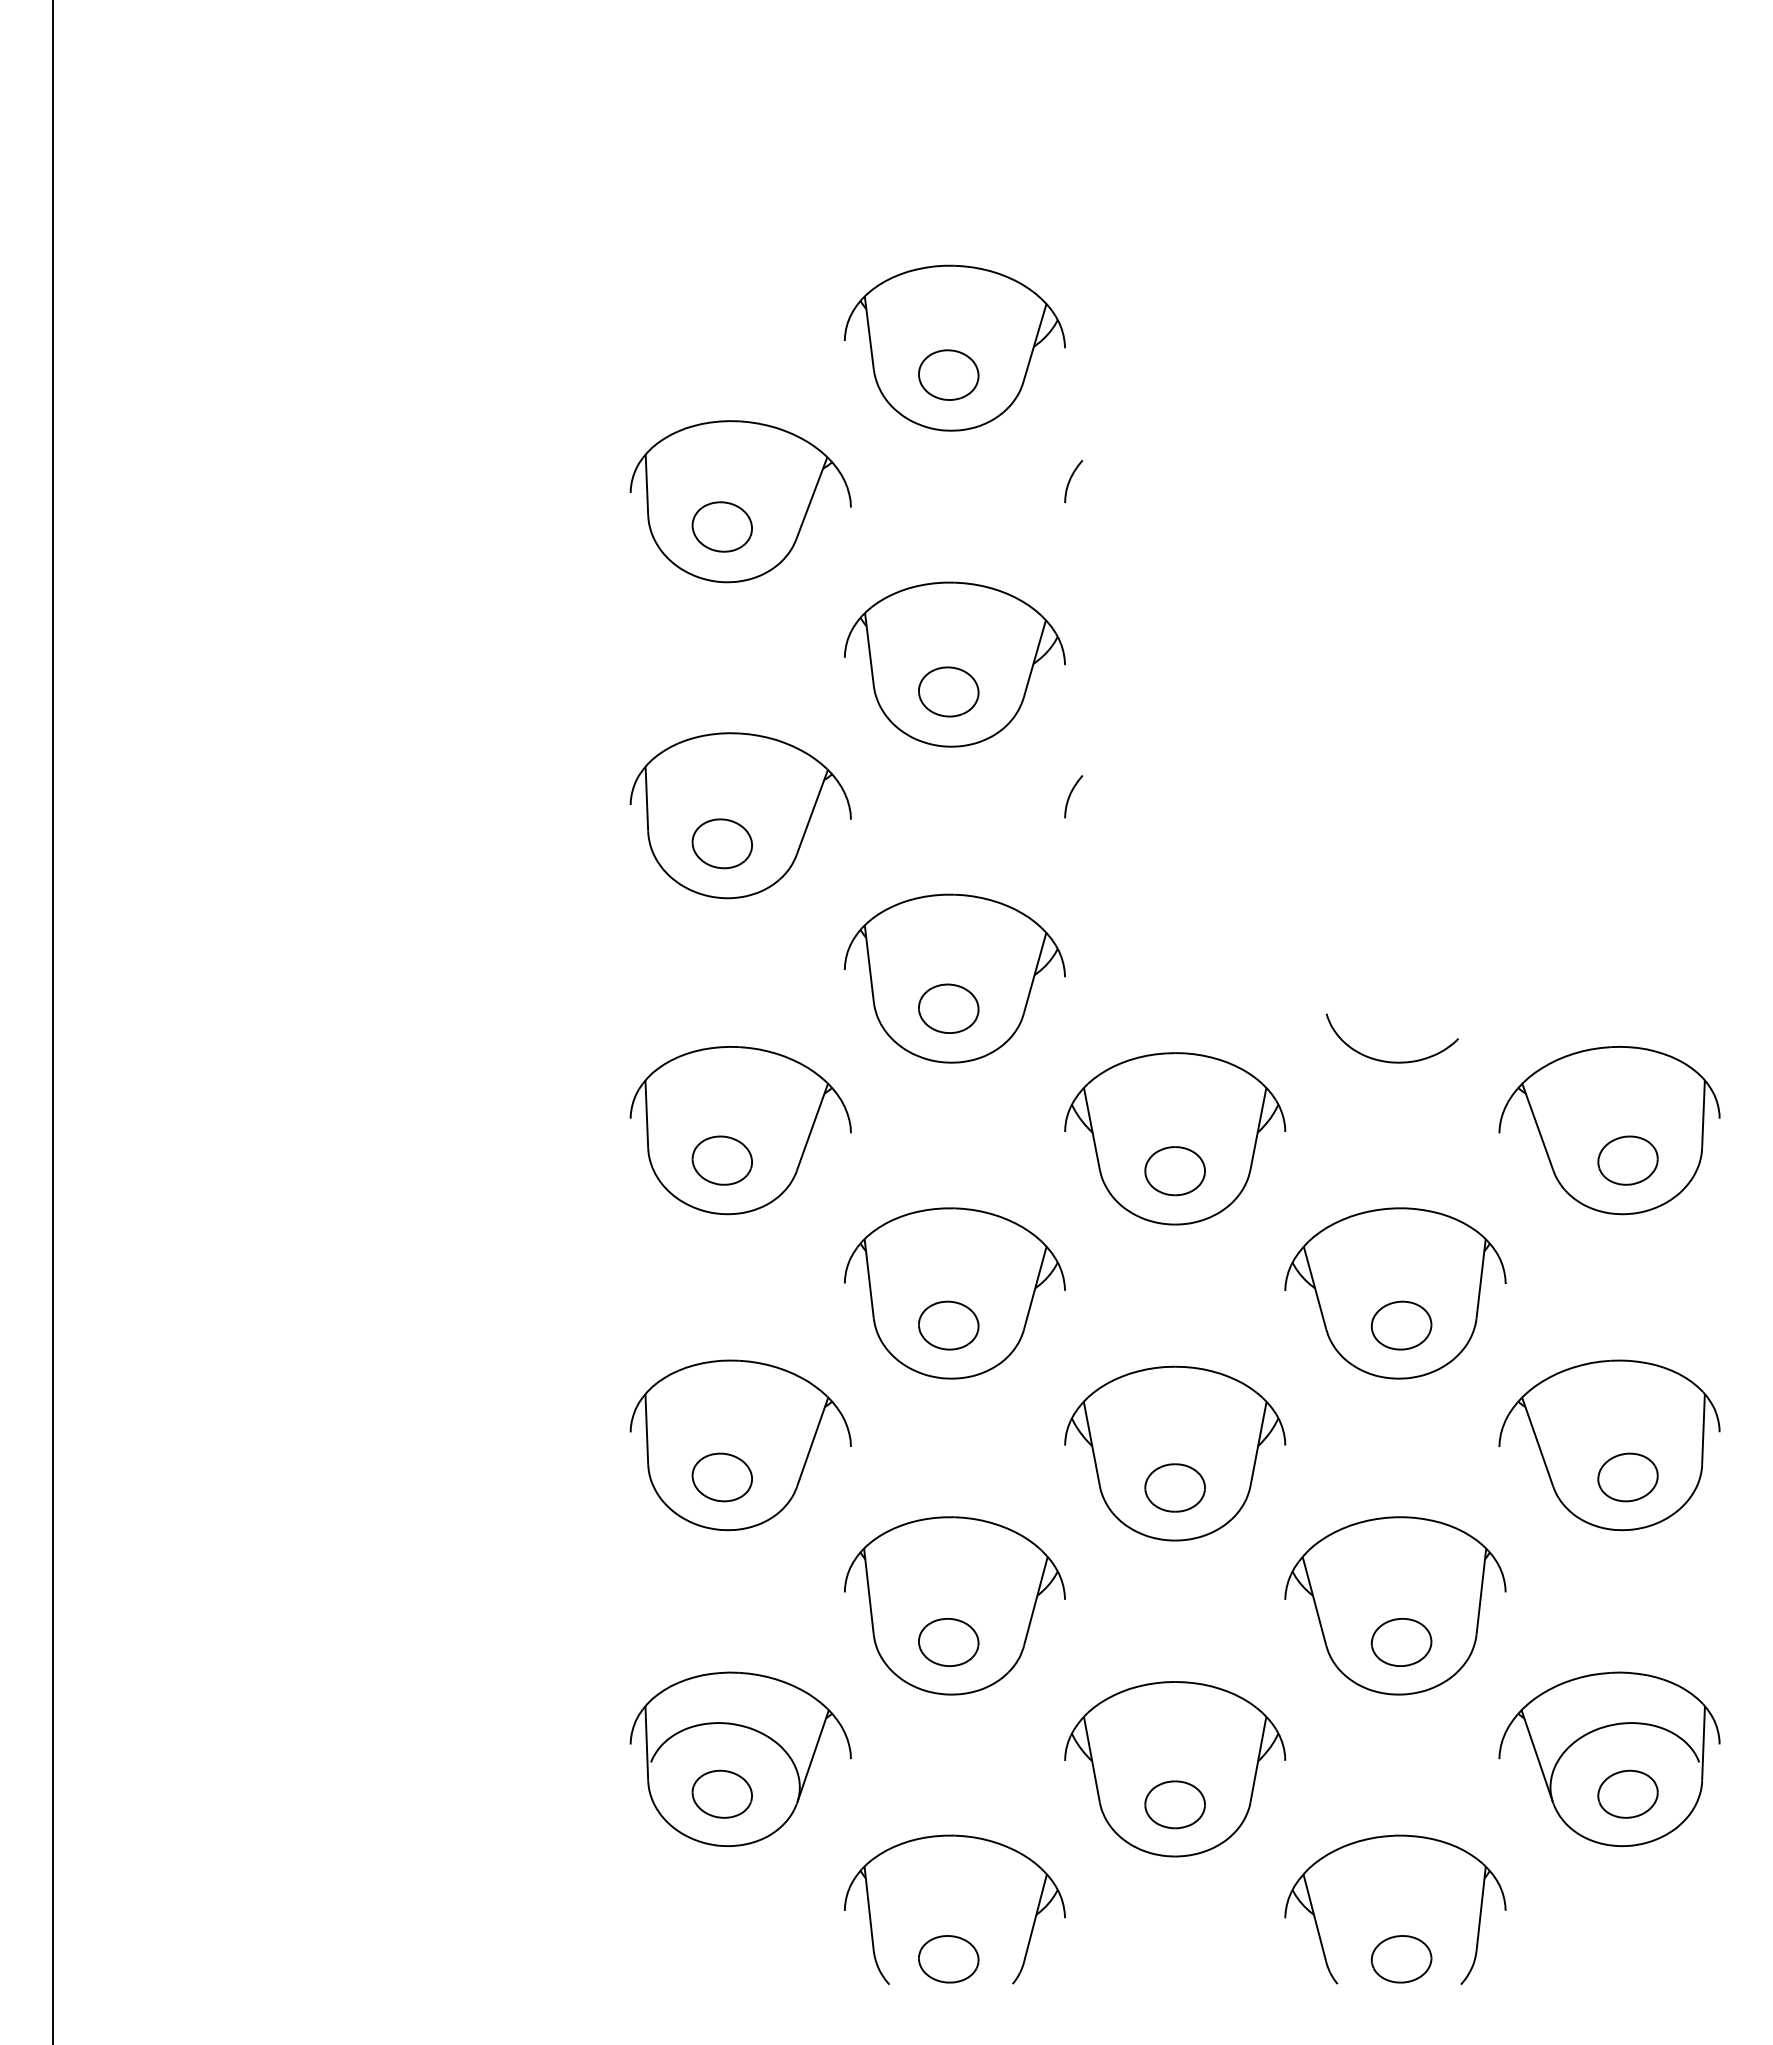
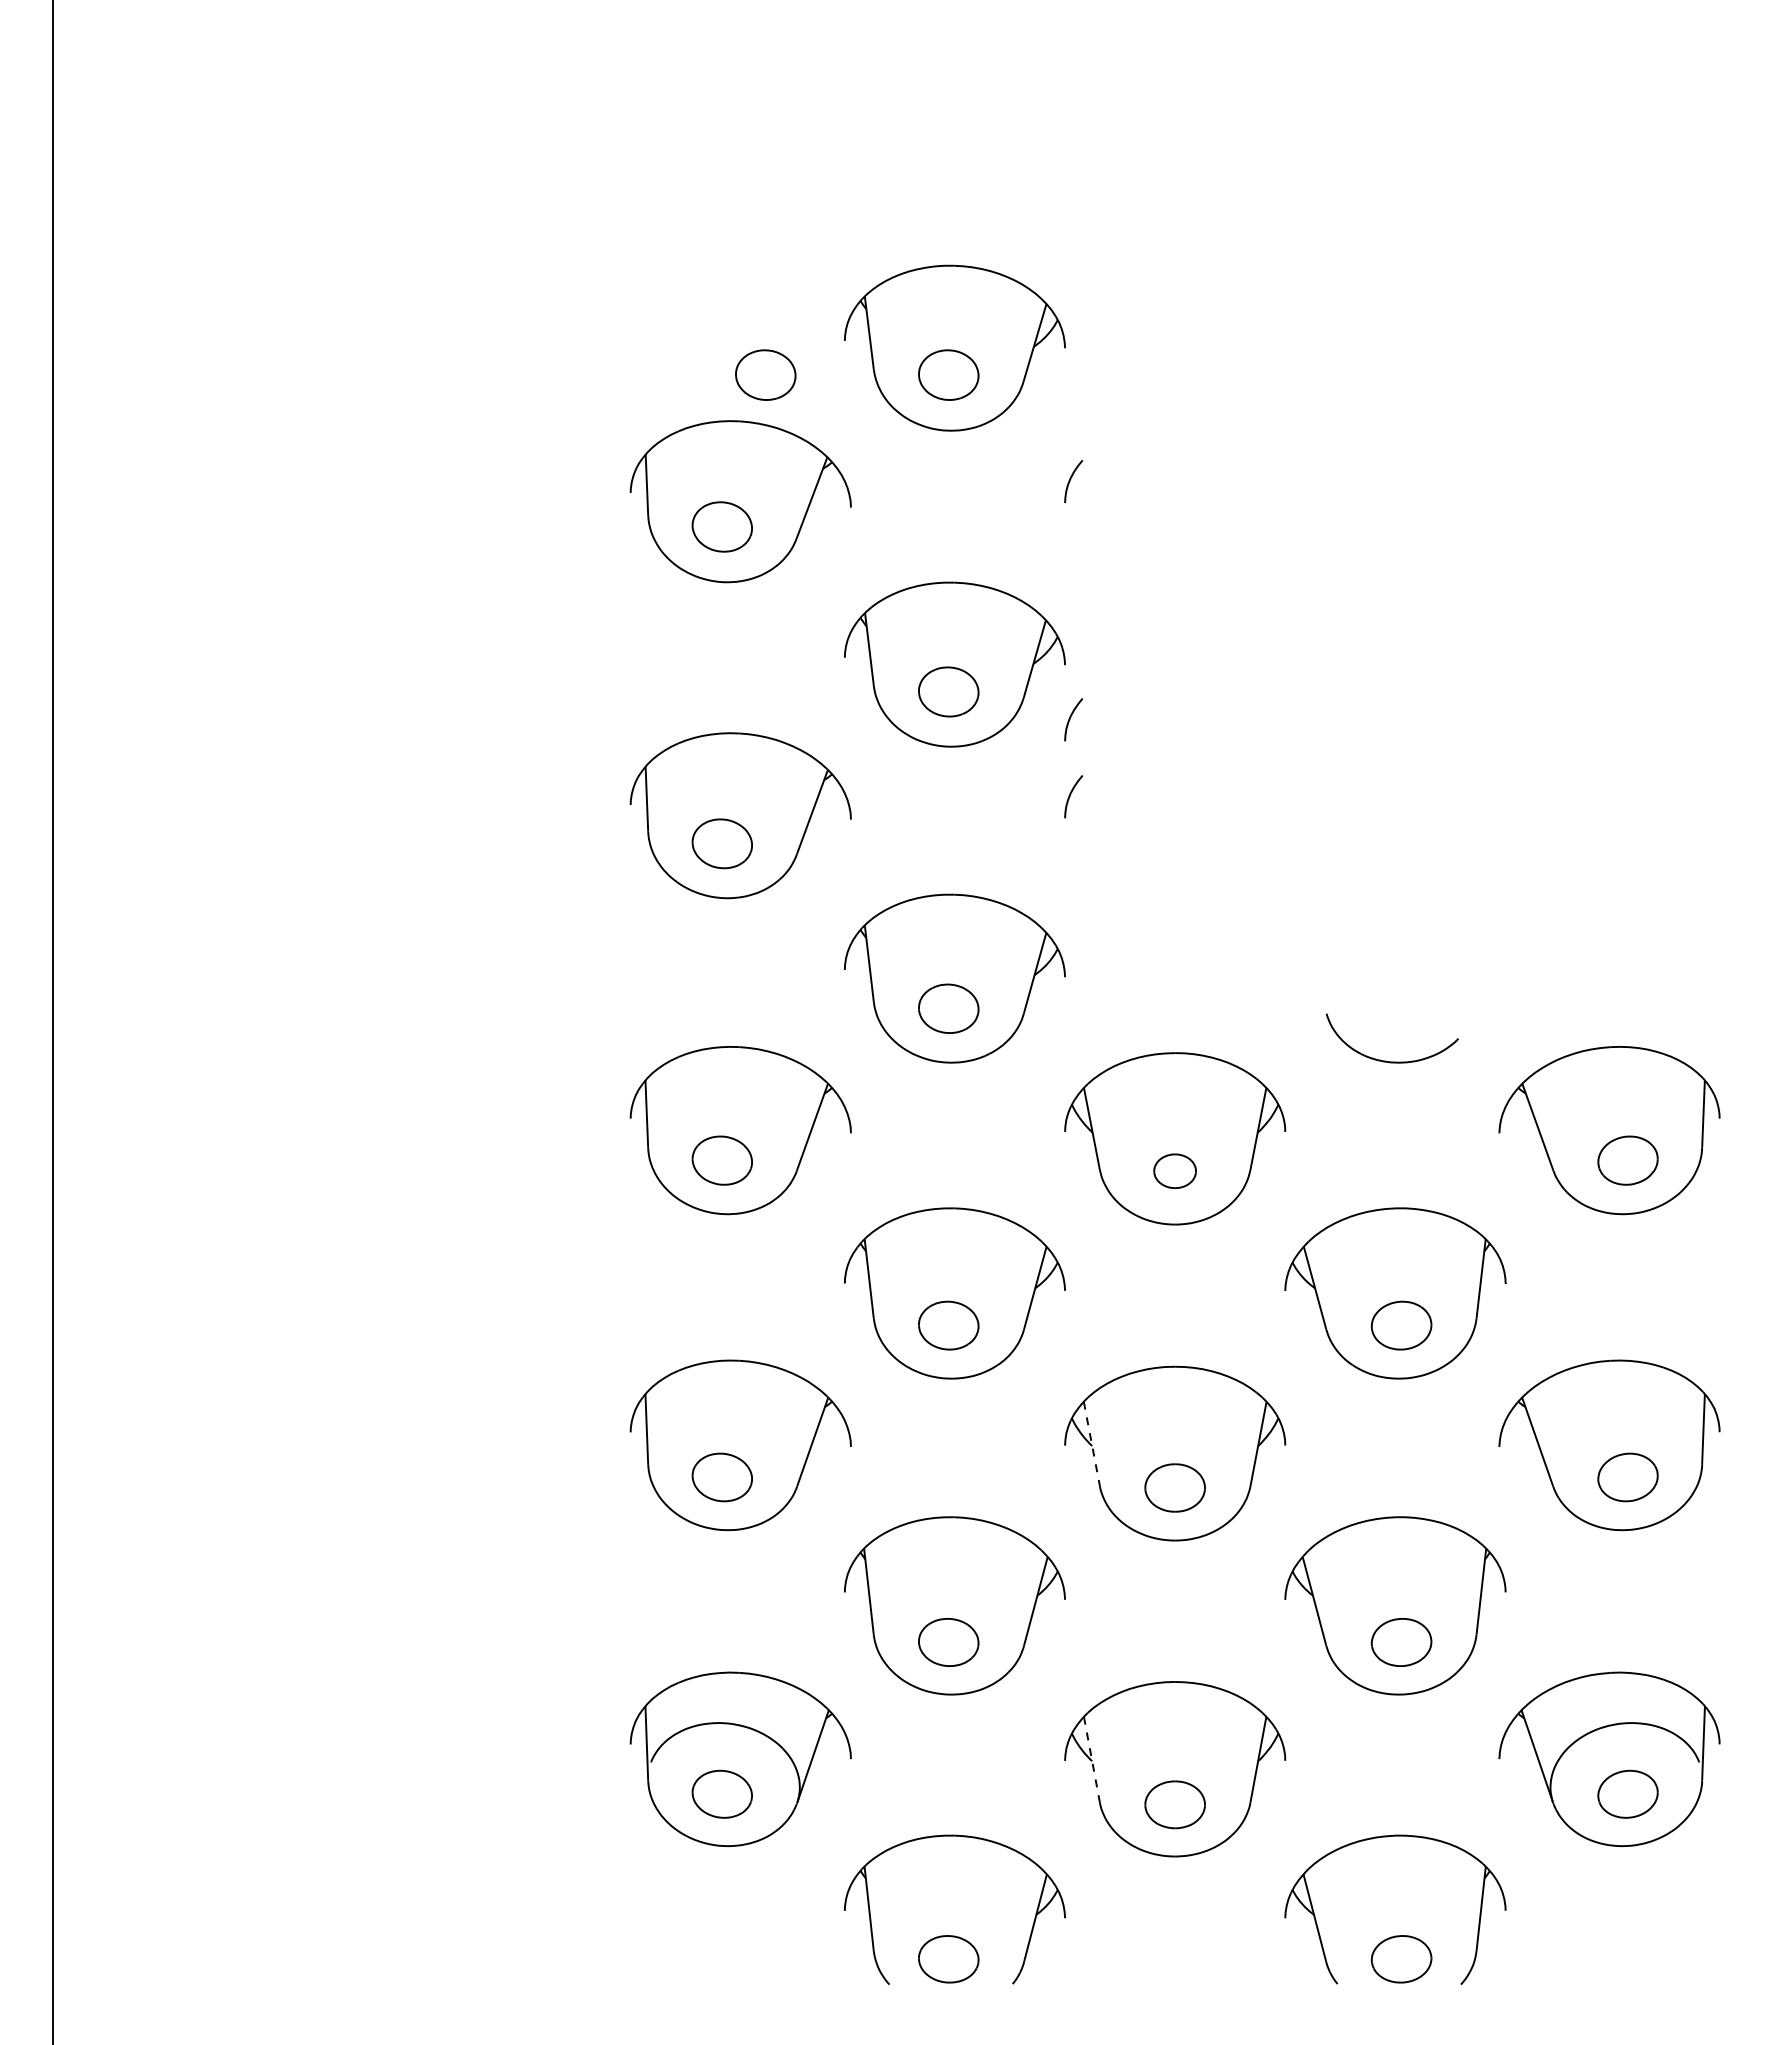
part at (765, 374): none -> present
part at (1073, 719): none -> present
part at (1174, 1171) size: 62x51 px -> 44x36 px
line at (1091, 1443): solid -> dashed
line at (1091, 1760): solid -> dashed
